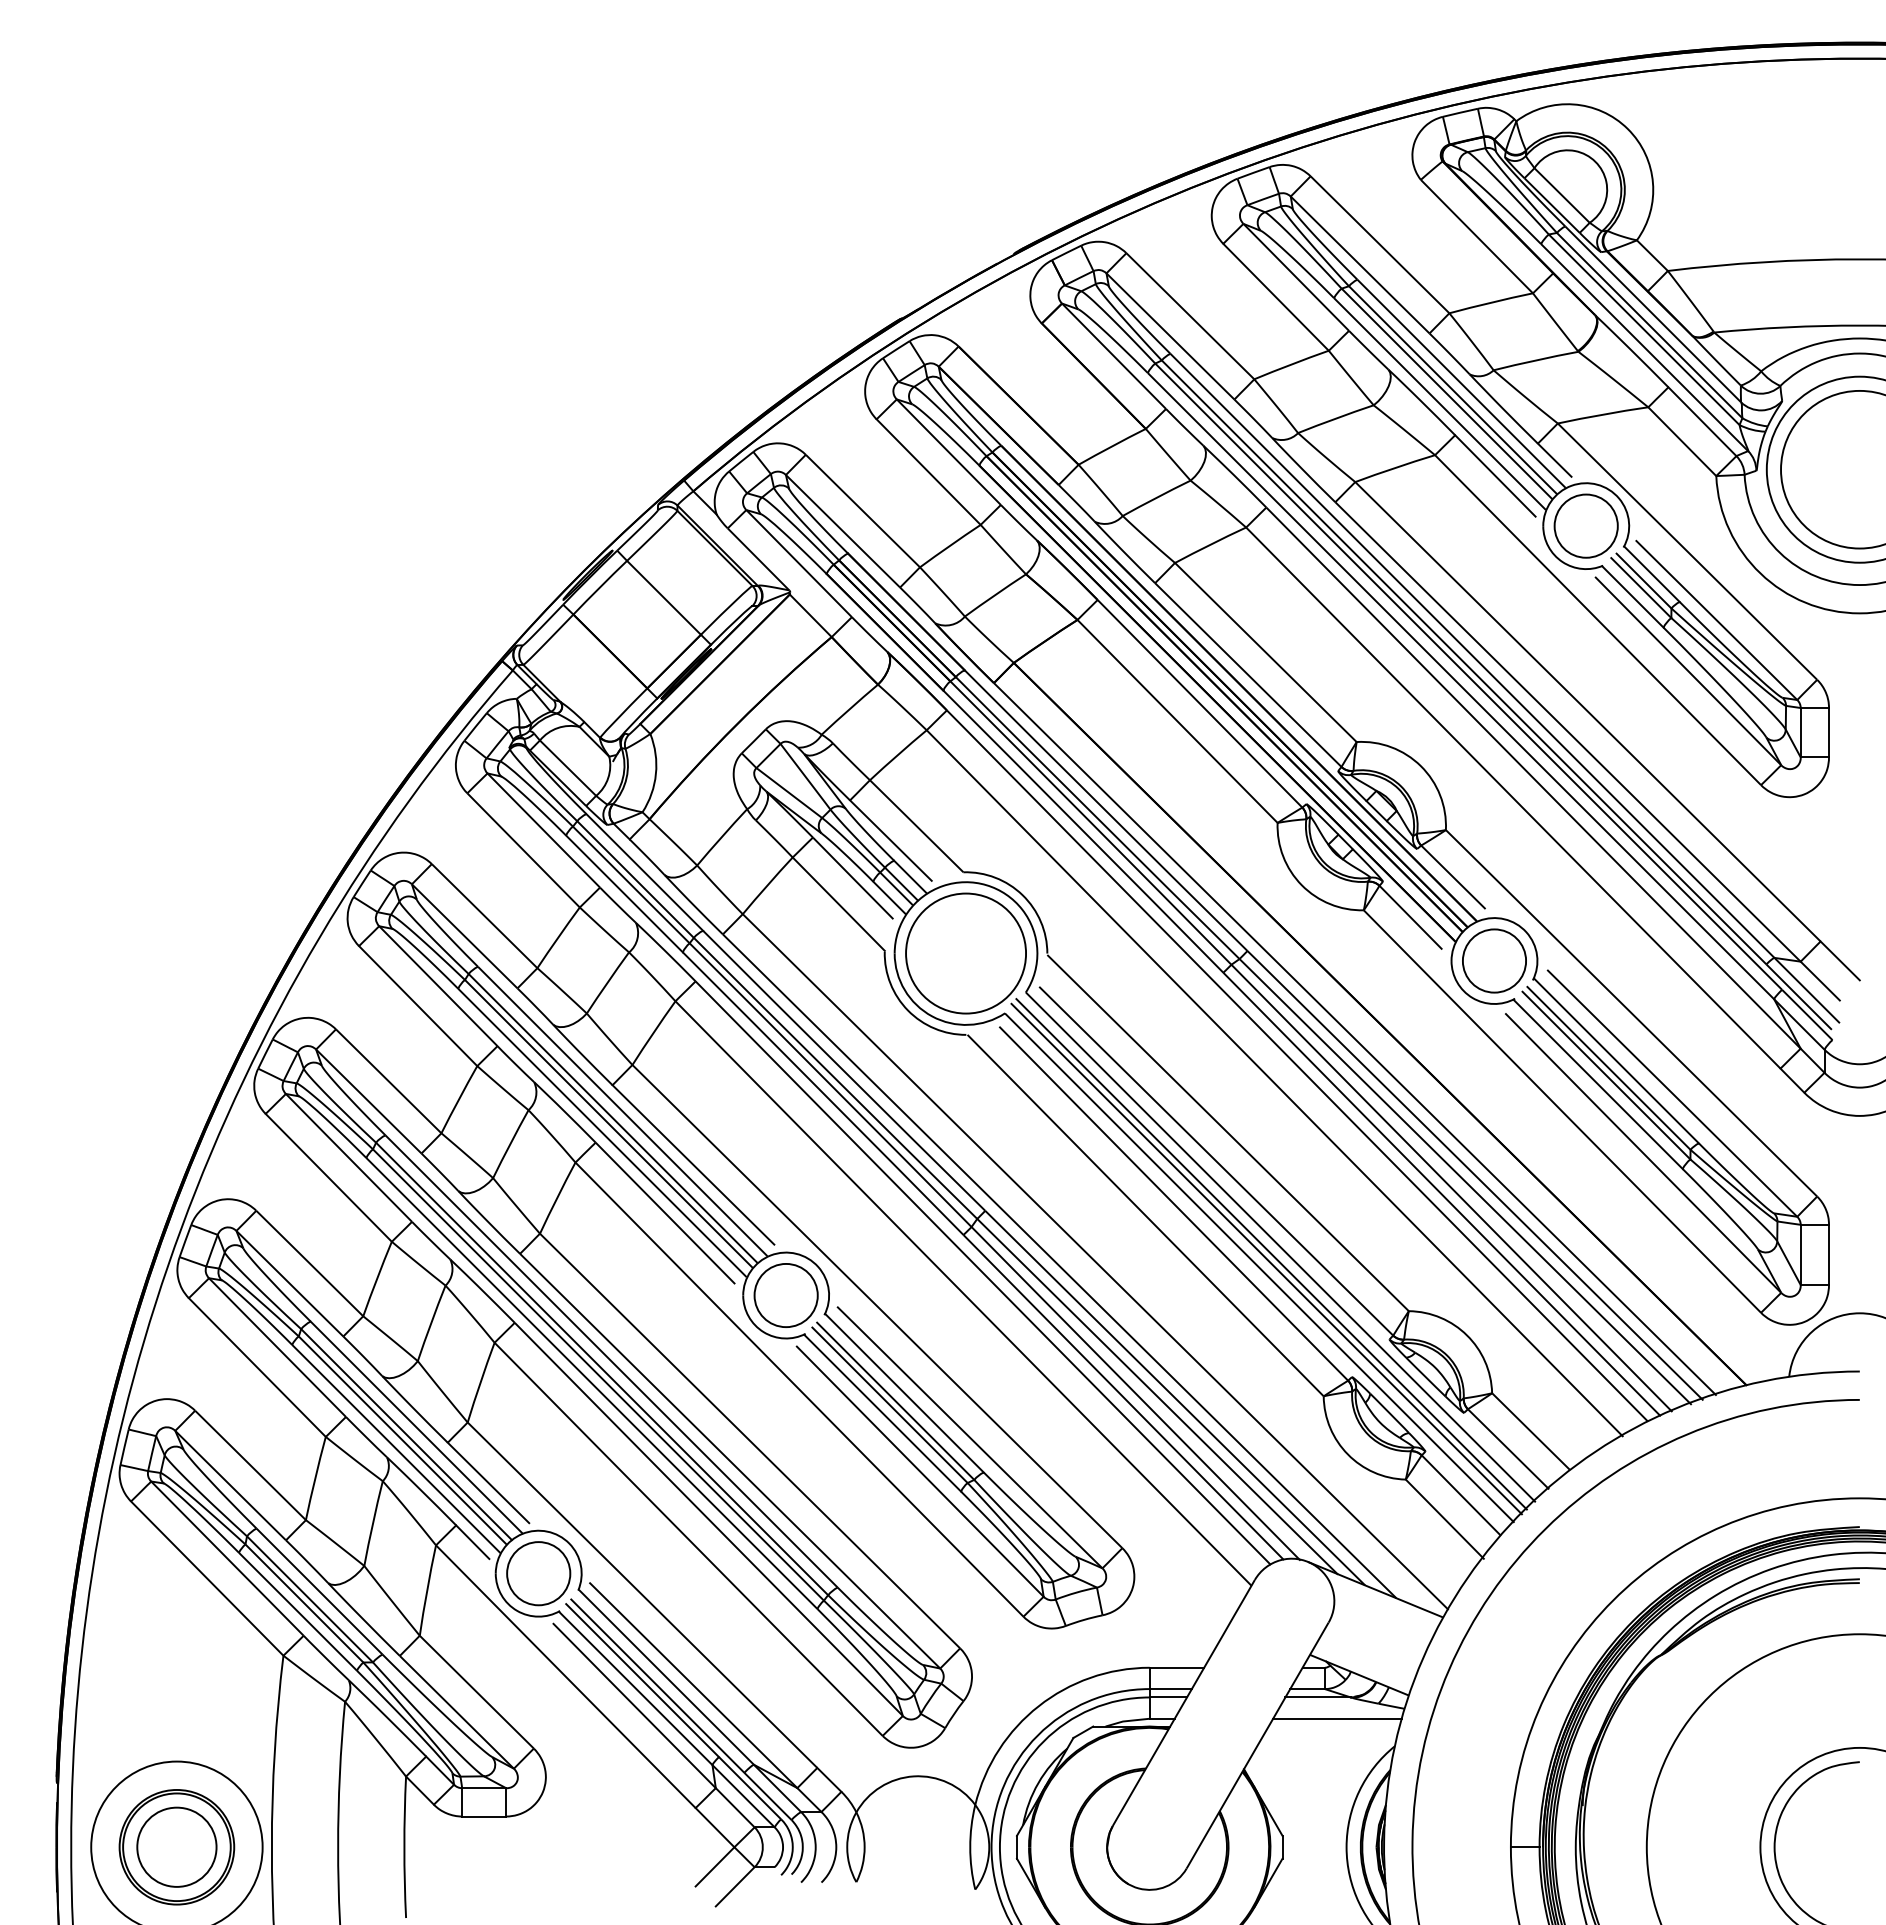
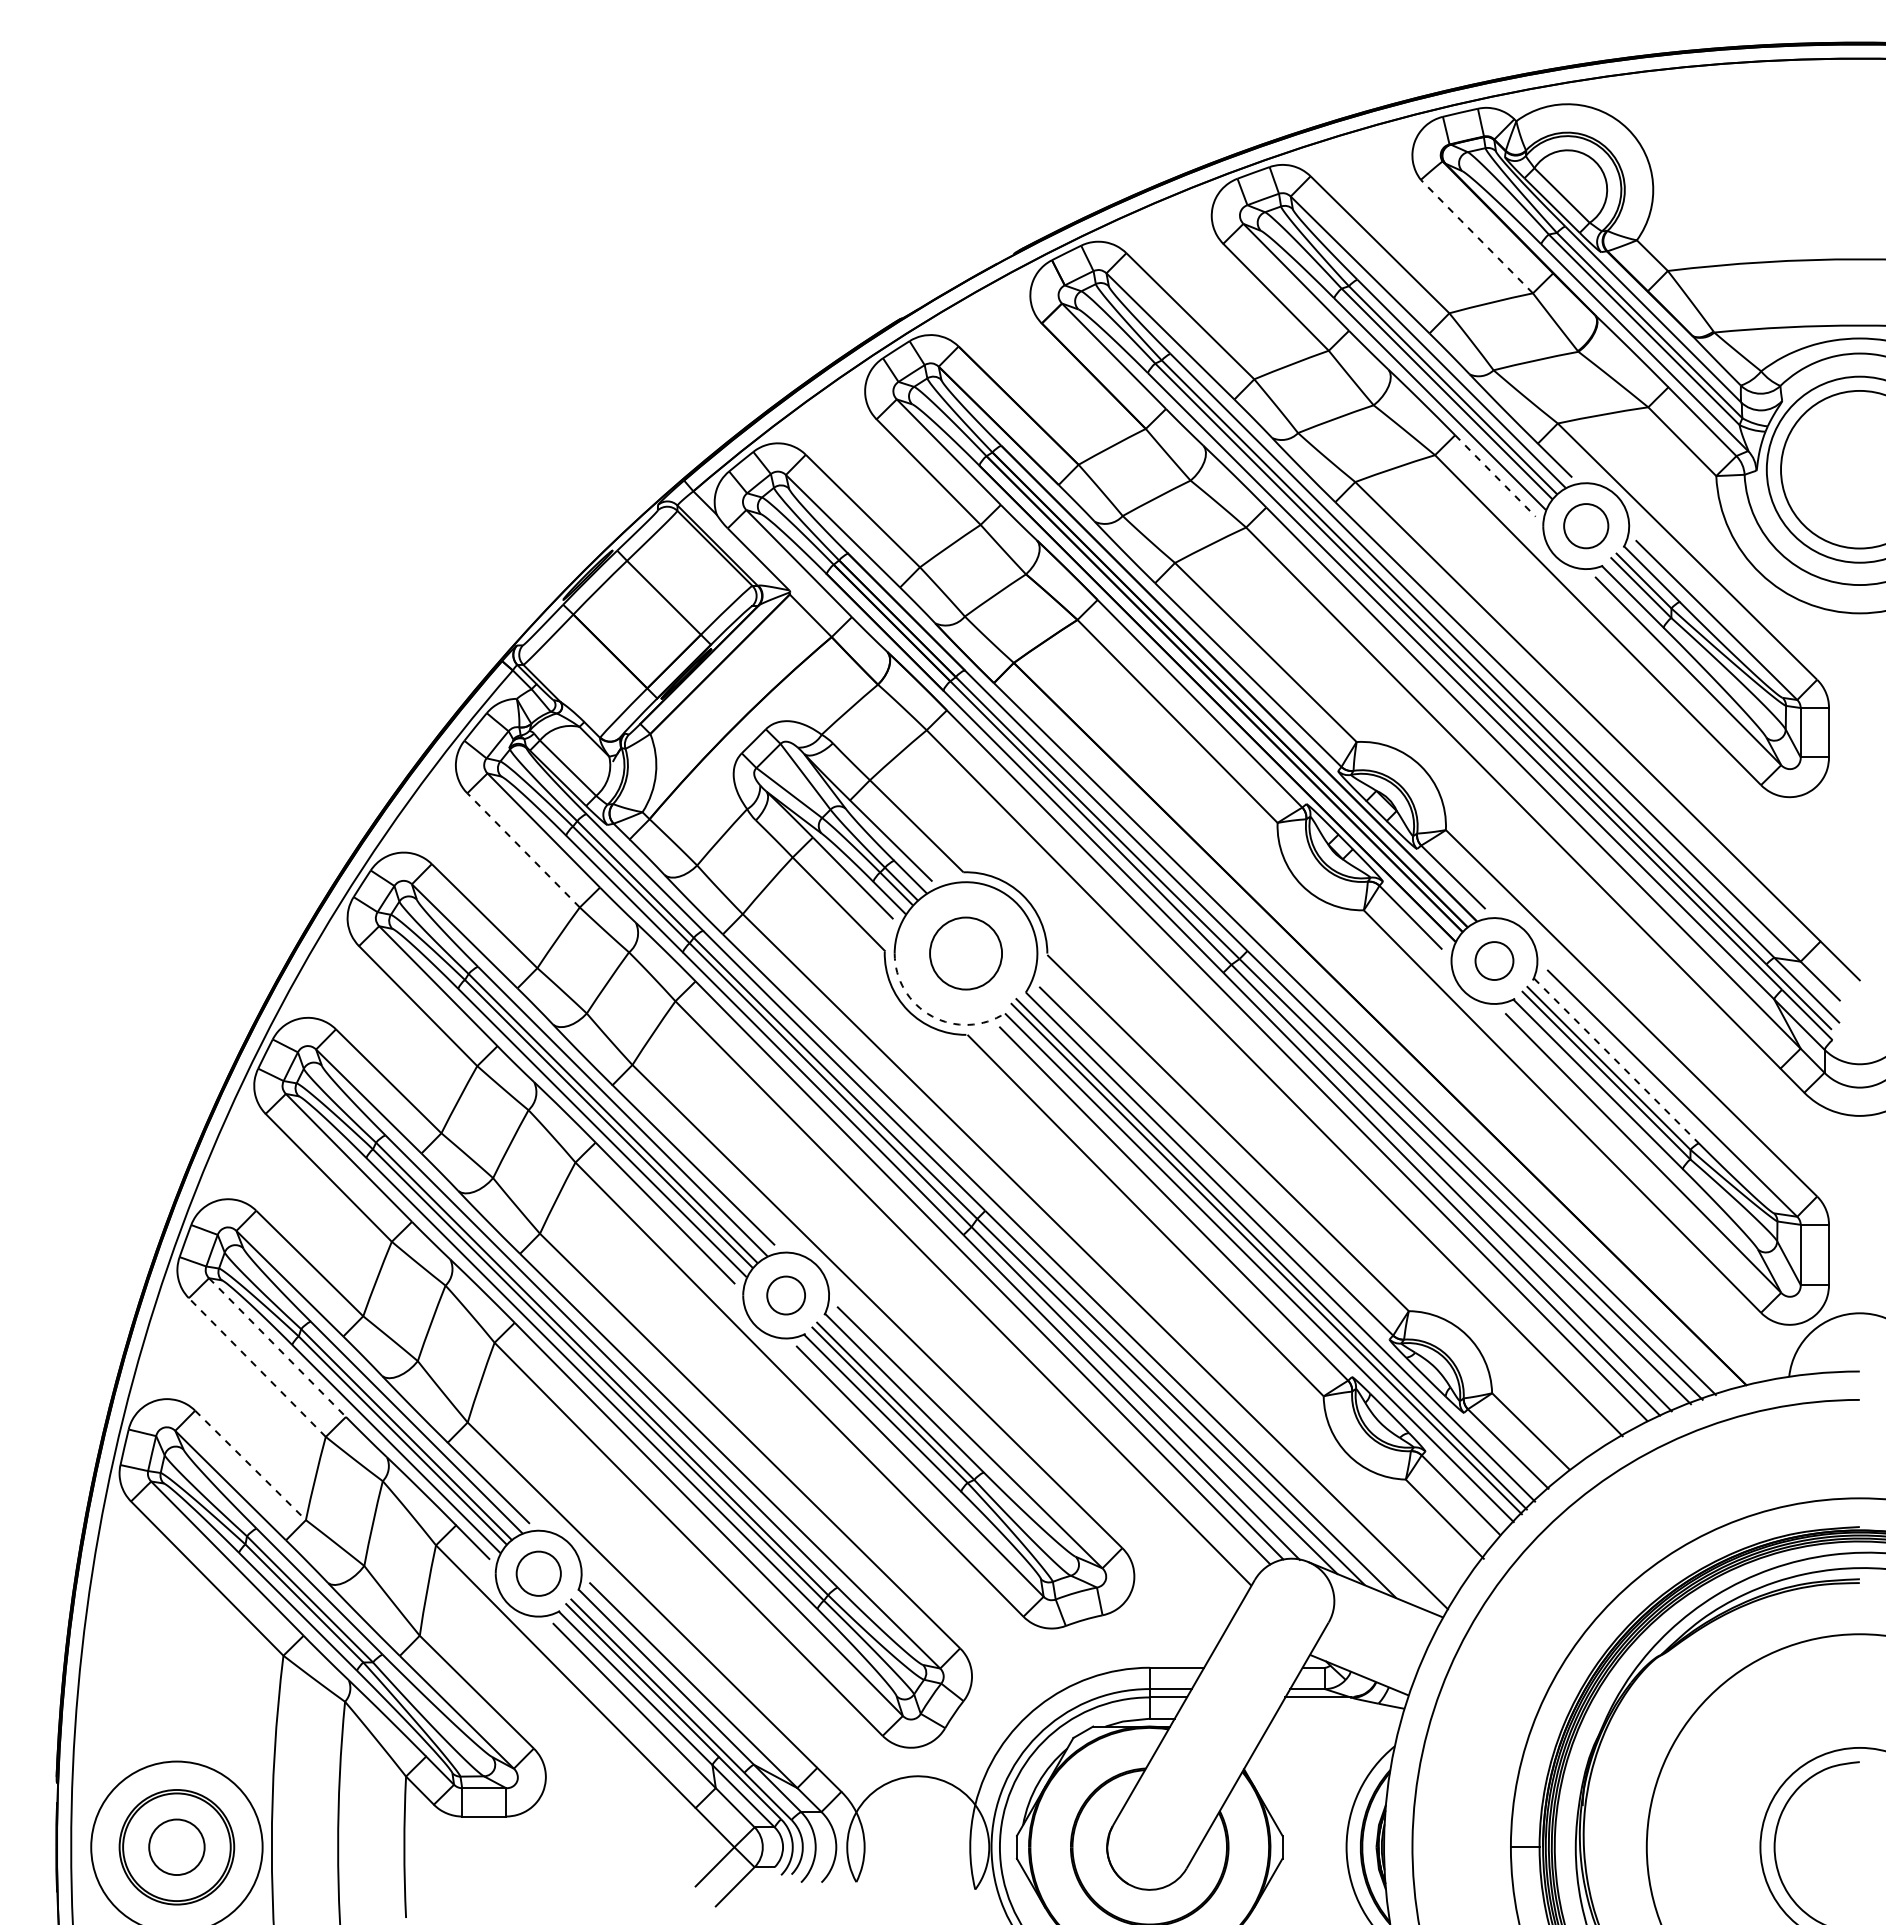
line at (1476, 236): solid -> dashed
line at (1495, 476): solid -> dashed
circle at (1585, 525) diameter: 63 px -> 44 px
line at (523, 850): solid -> dashed
circle at (966, 953) diameter: 120 px -> 72 px
circle at (1494, 960) diameter: 63 px -> 38 px
arc at (932, 1016): solid -> dashed
line at (1616, 1061): solid -> dashed
circle at (785, 1295) diameter: 63 px -> 38 px
line at (277, 1347): solid -> dashed
line at (257, 1367): solid -> dashed
line at (250, 1465): solid -> dashed
circle at (538, 1573) size: 66x66 px -> 47x47 px
line at (1337, 1718): present -> none
circle at (176, 1846) diameter: 79 px -> 55 px
